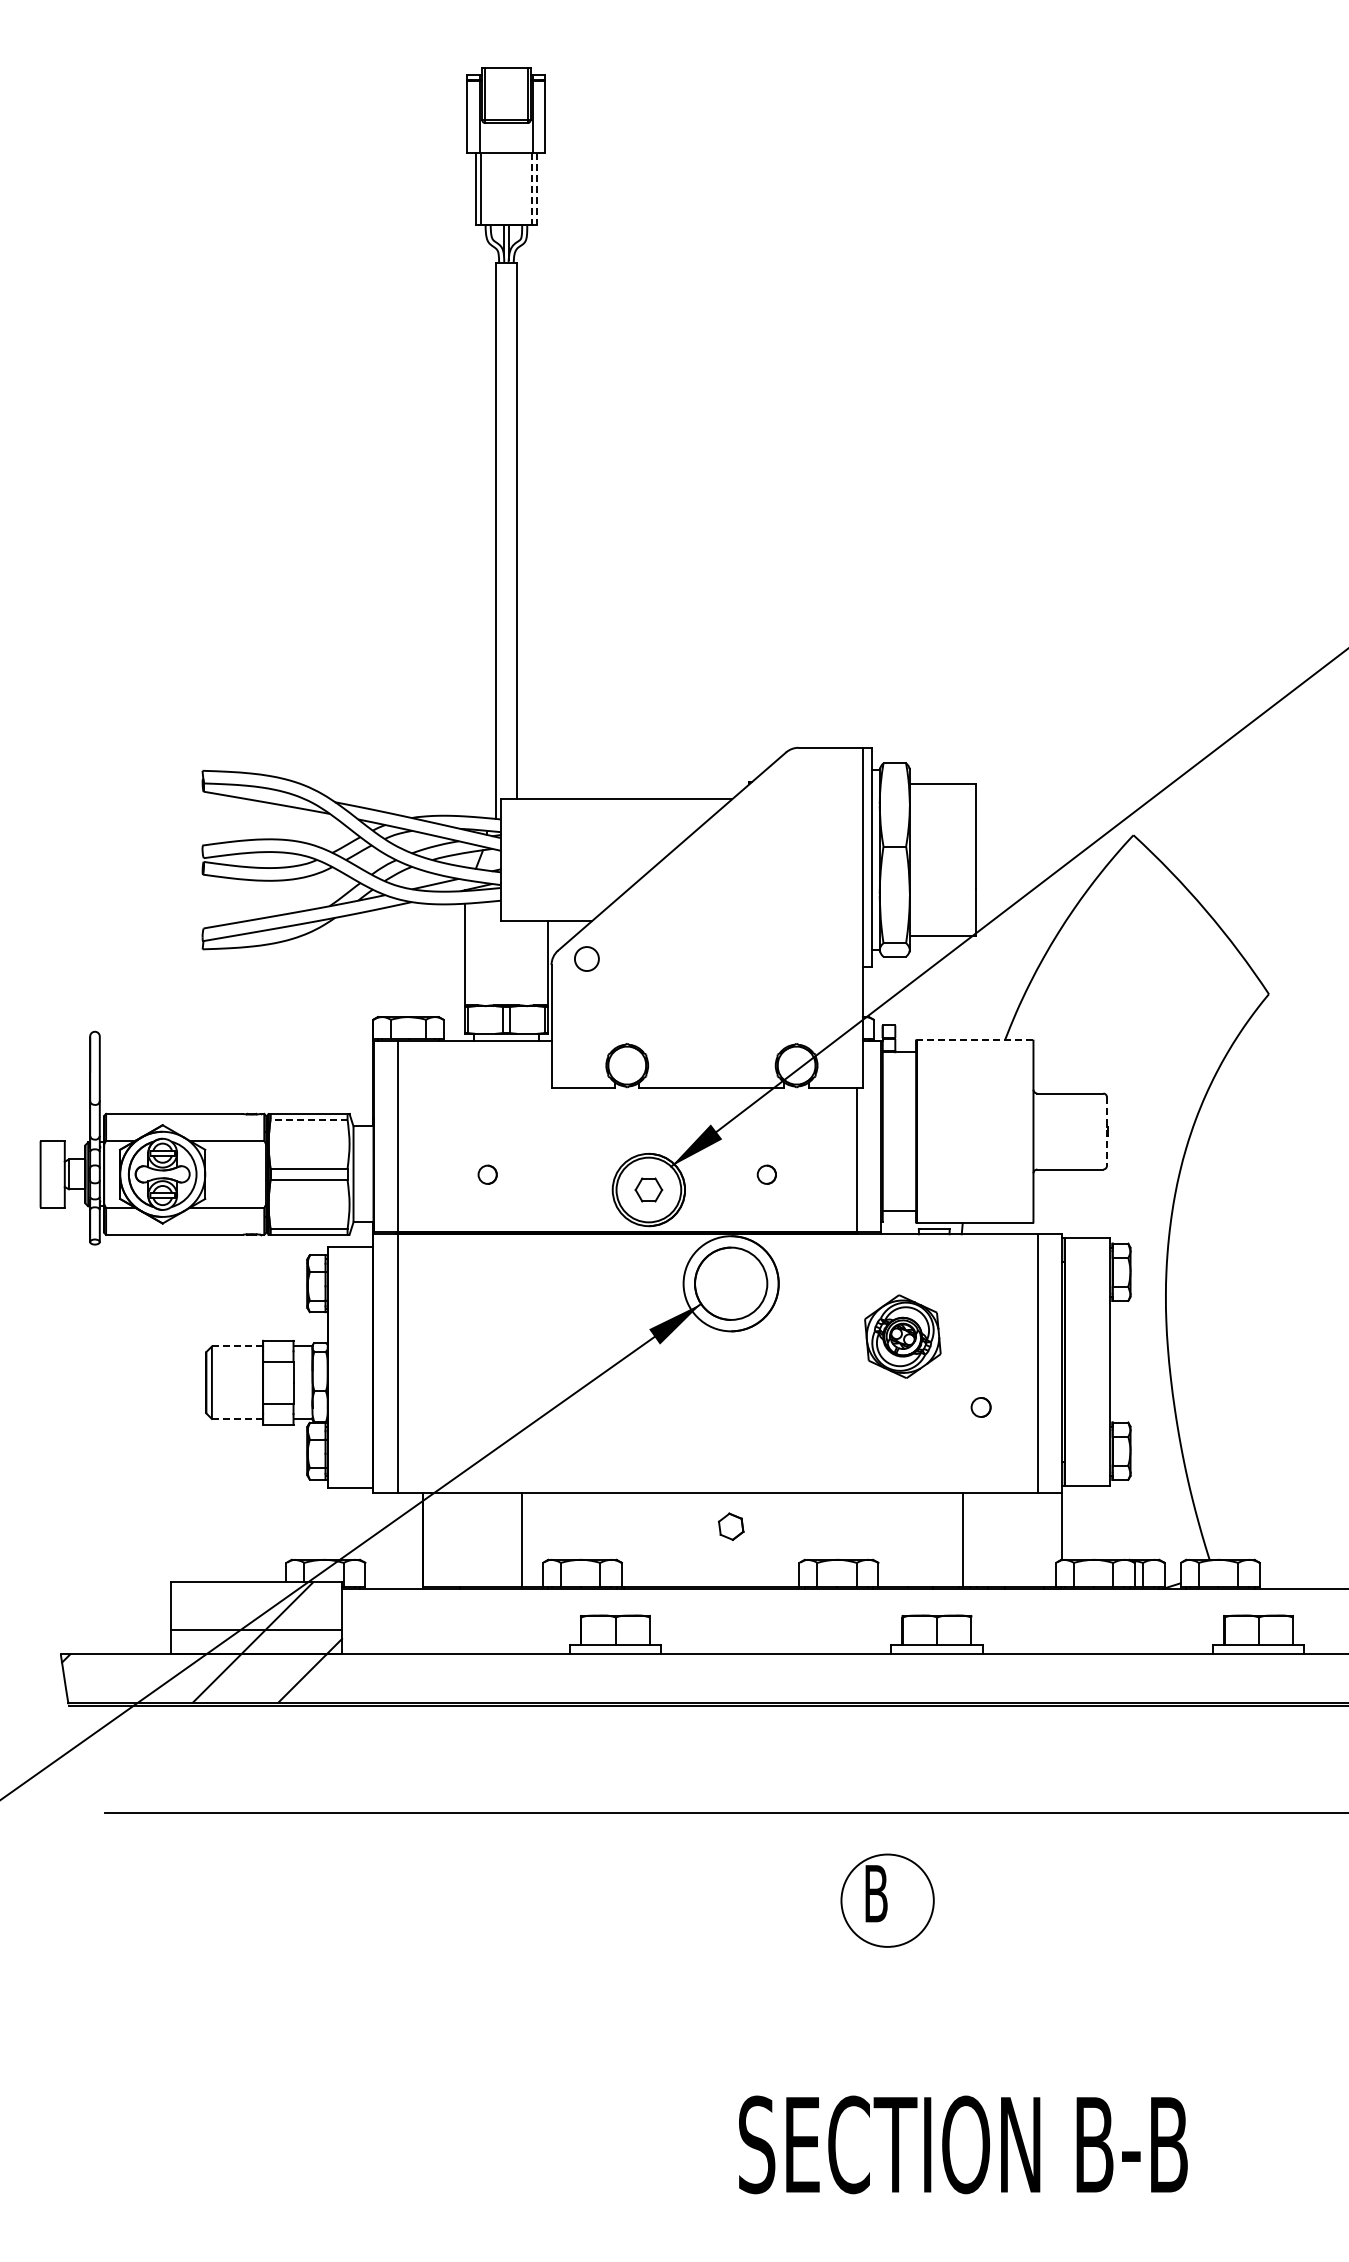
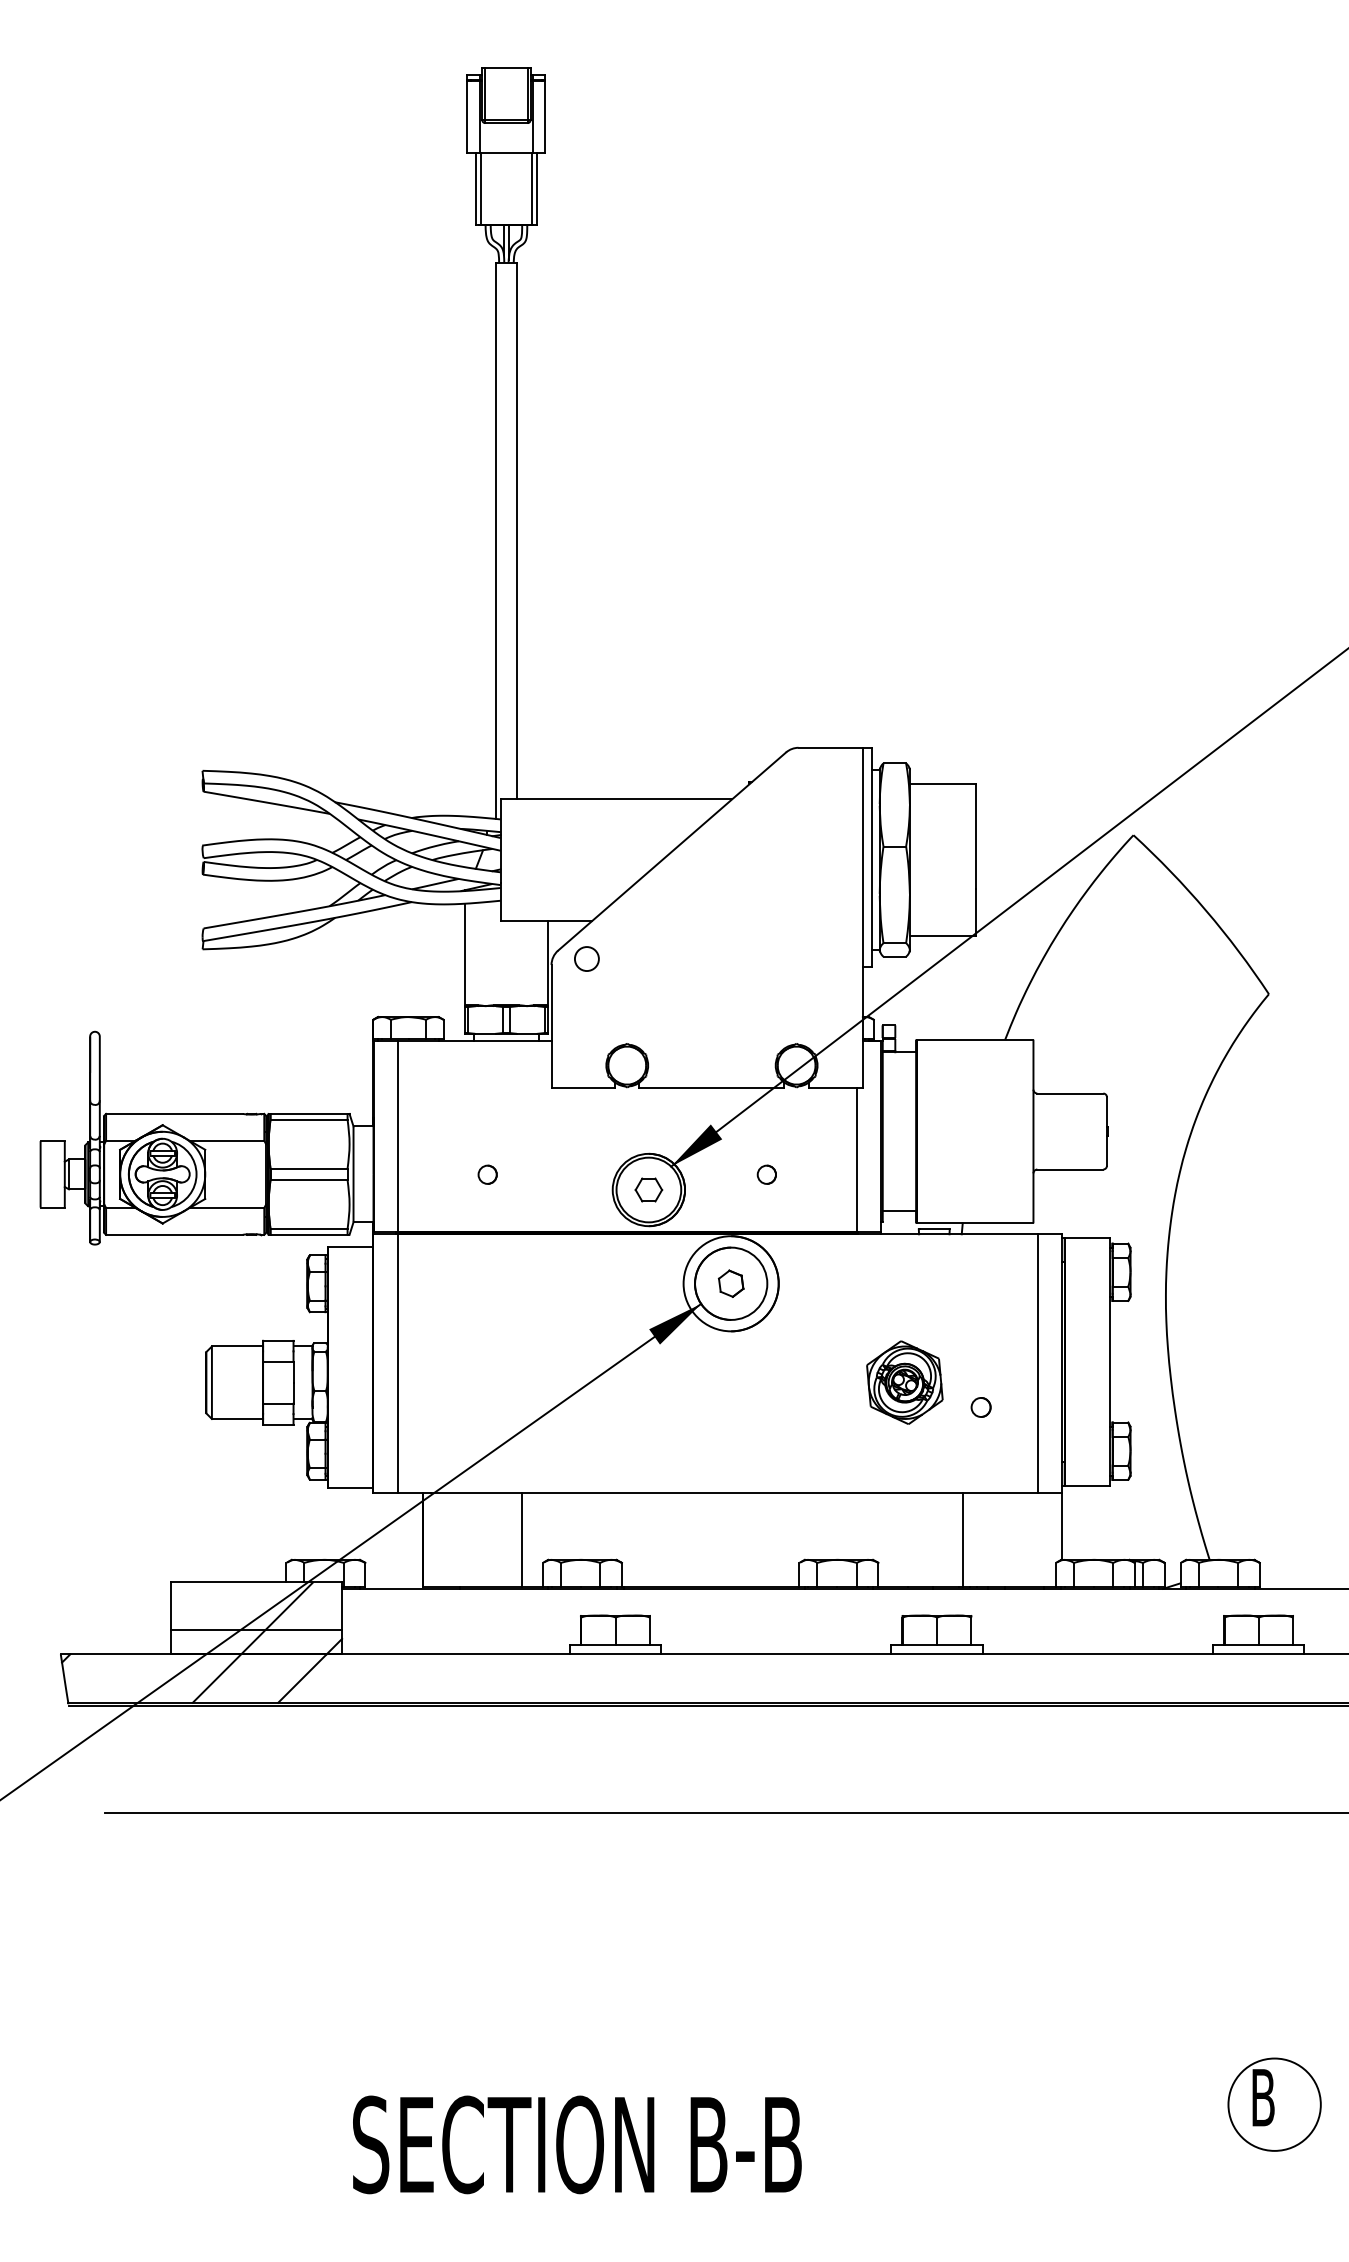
line at (531, 189): dashed -> solid
line at (537, 189): dashed -> solid
line at (974, 1039): dashed -> solid
line at (309, 1119): dashed -> solid
line at (1106, 1132): dashed -> solid
part at (902, 1336) position: (902, 1336) -> (904, 1382)
line at (237, 1346): dashed -> solid
line at (237, 1418): dashed -> solid
part at (730, 1526) position: (730, 1526) -> (730, 1283)
part at (887, 1900) position: (887, 1900) -> (1274, 2104)
text at (963, 2144) position: (963, 2144) -> (577, 2144)
